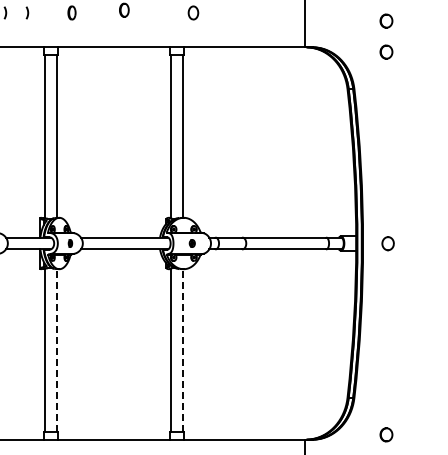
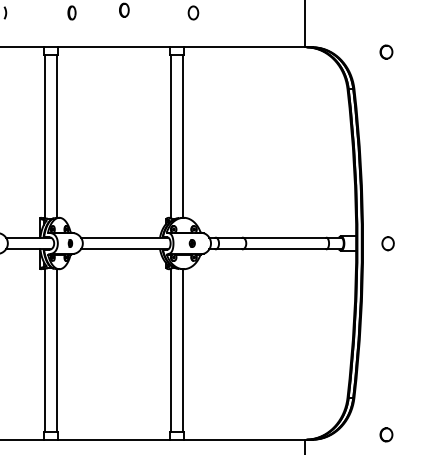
curve at (27, 12): present -> none
part at (386, 20): present -> none
line at (56, 350): dashed -> solid
line at (182, 350): dashed -> solid
